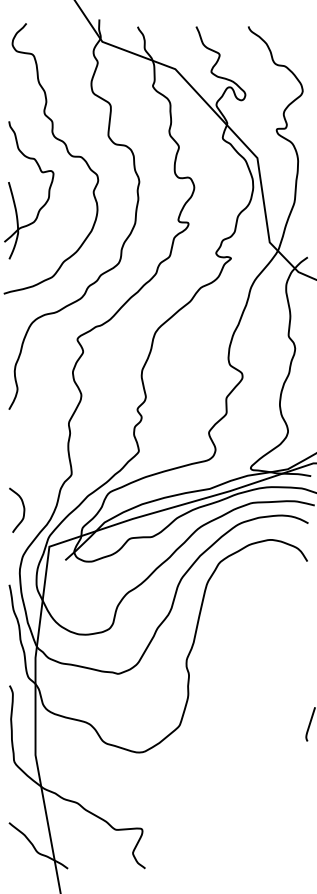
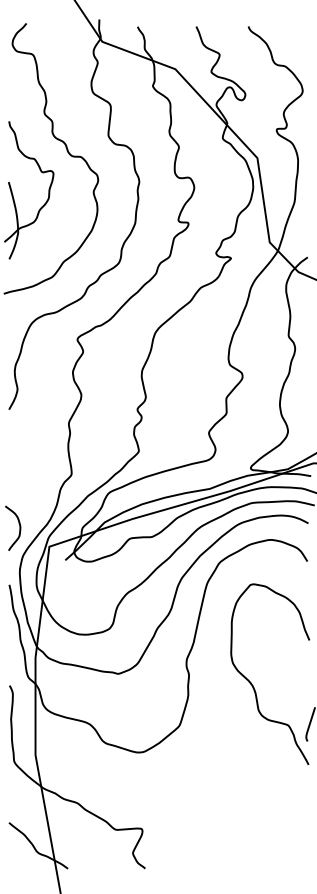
curve at (23, 509) position: (23, 509) -> (19, 527)
curve at (252, 683): none -> present
